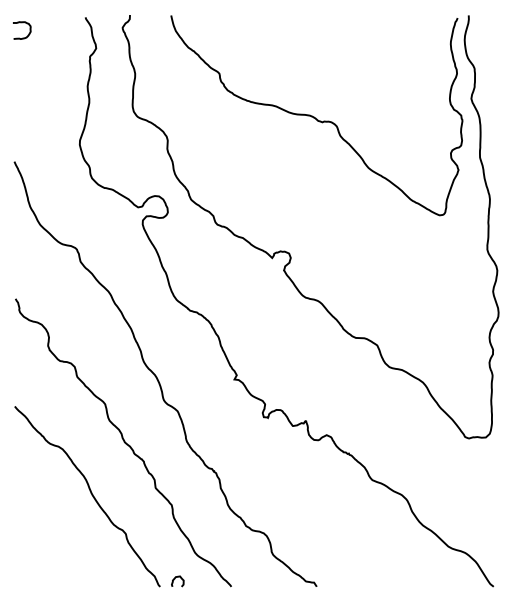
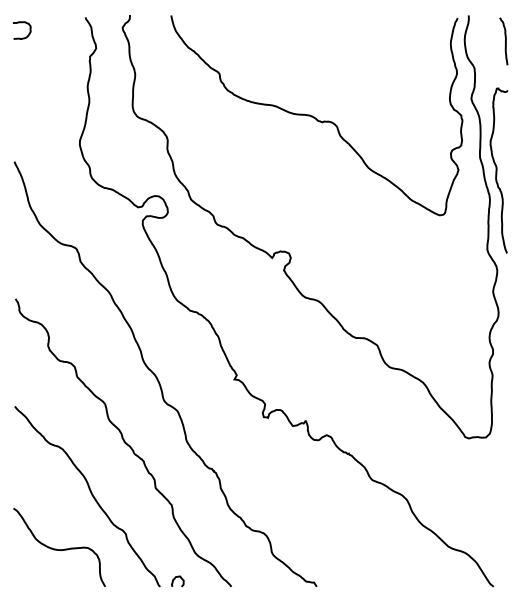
curve at (505, 41): none -> present
curve at (497, 170): none -> present
curve at (59, 549): none -> present
